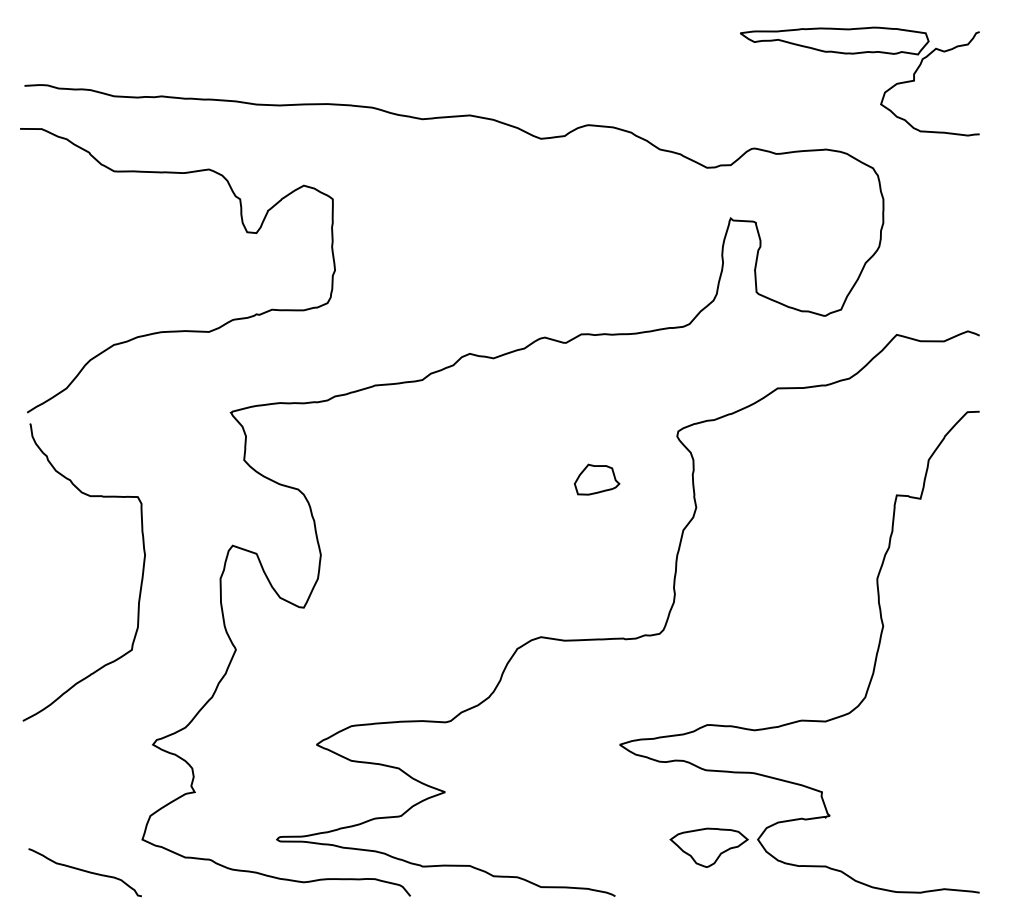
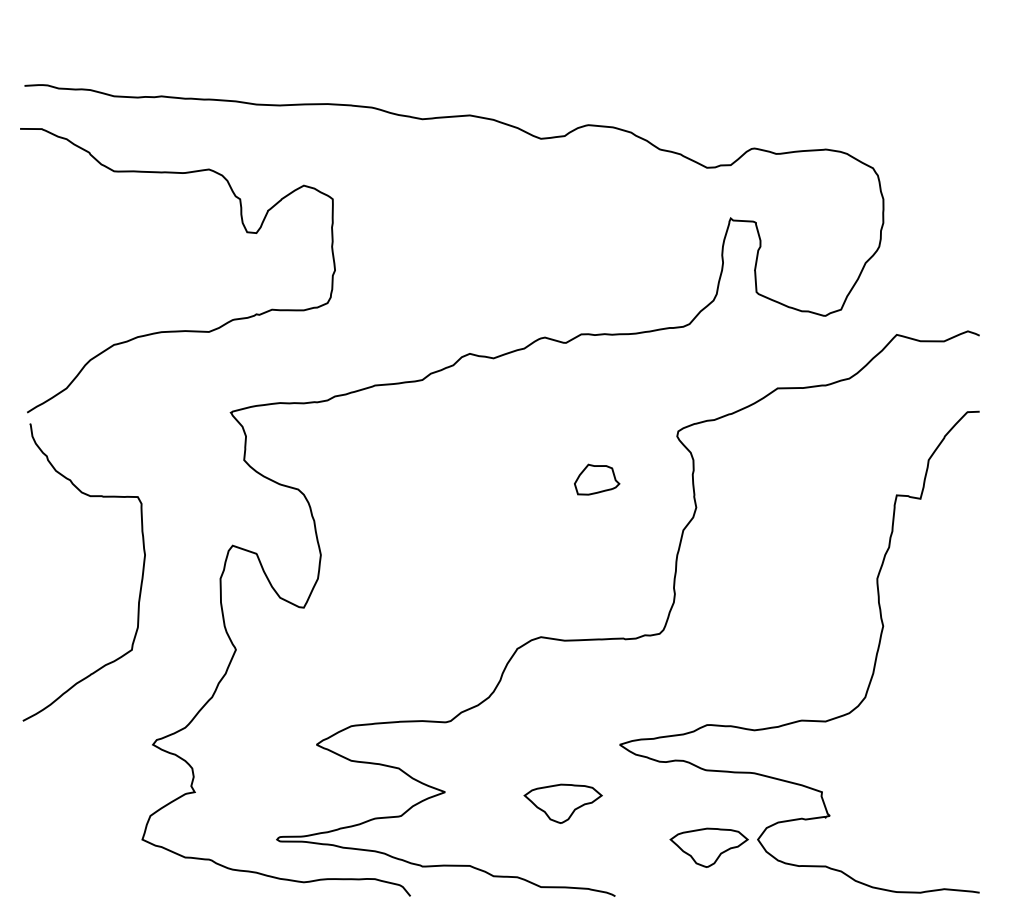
part at (883, 93): present -> none
part at (562, 803): none -> present
curve at (84, 871): present -> none
